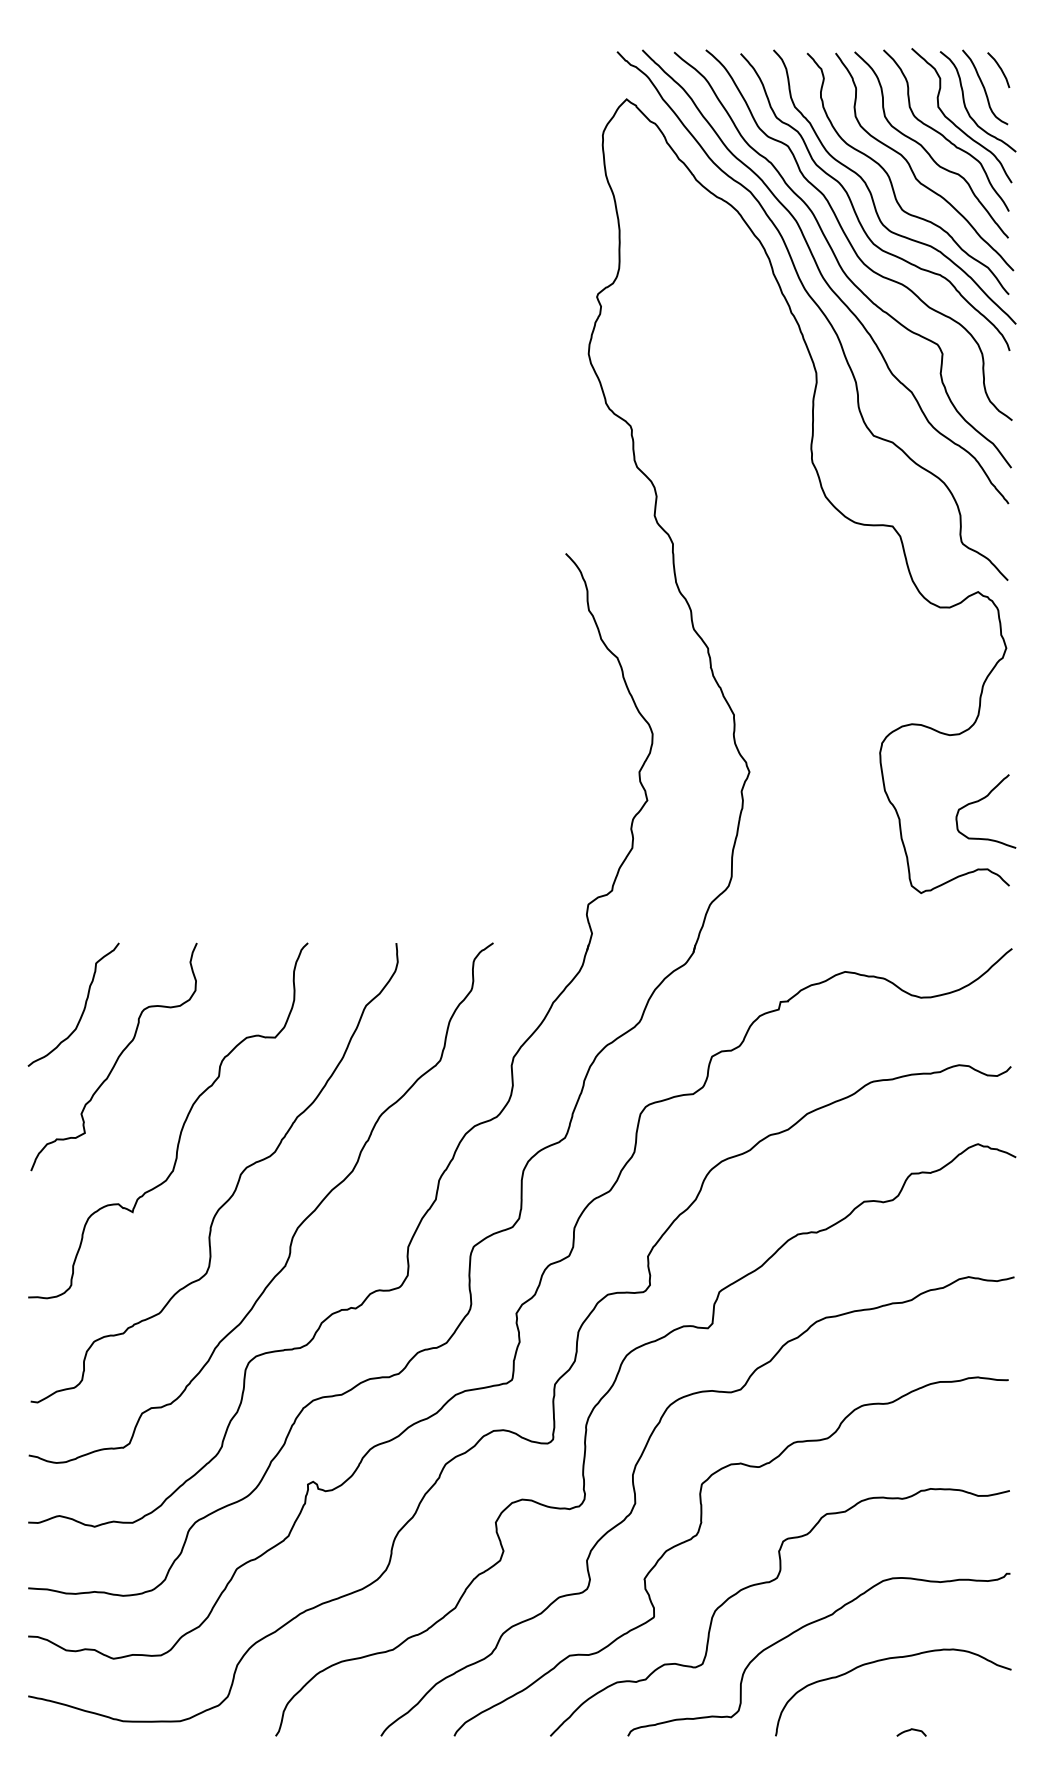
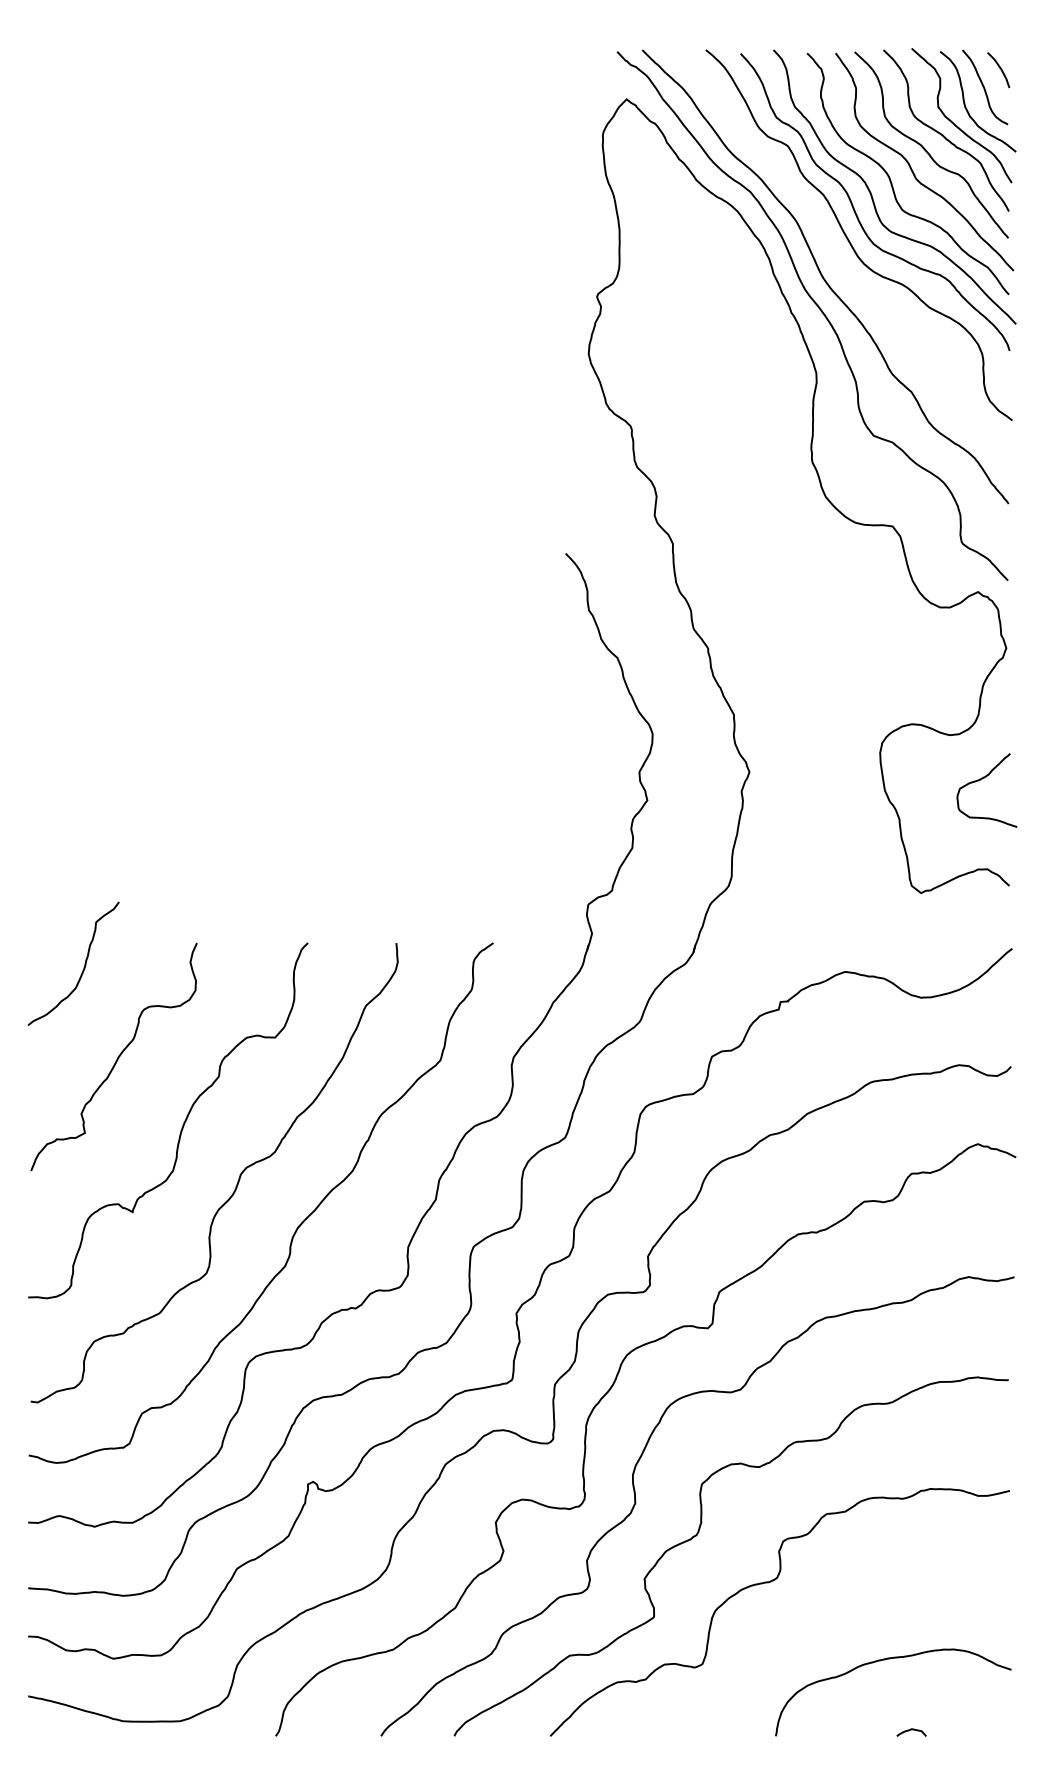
curve at (838, 260): present -> none
curve at (979, 801) position: (979, 801) -> (980, 780)
curve at (83, 1008) position: (83, 1008) -> (83, 967)
curve at (804, 1627): present -> none
